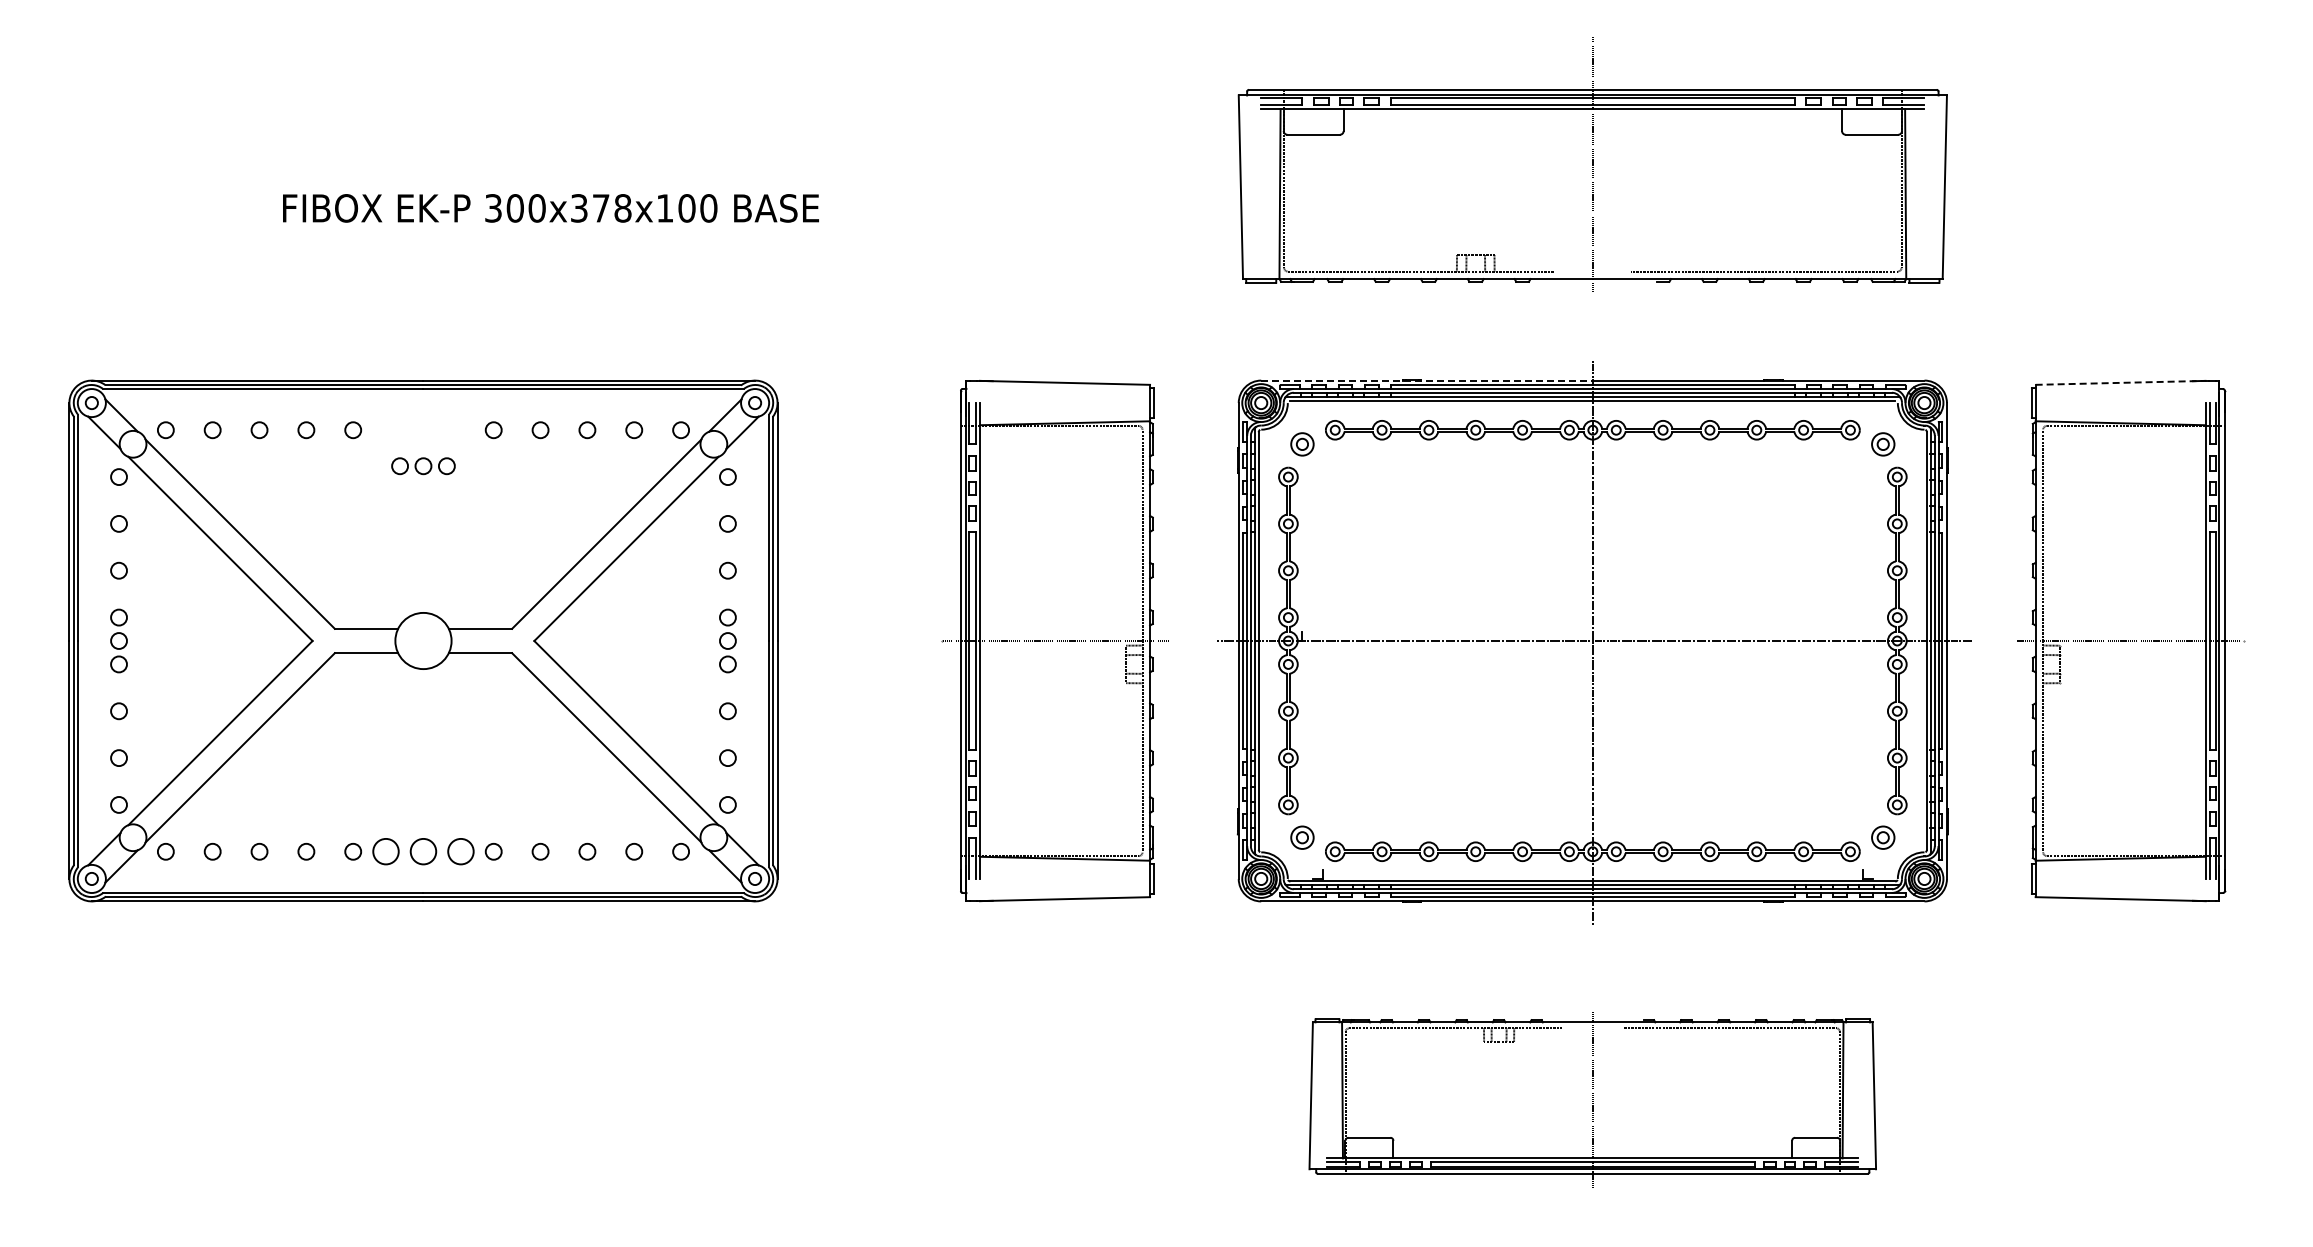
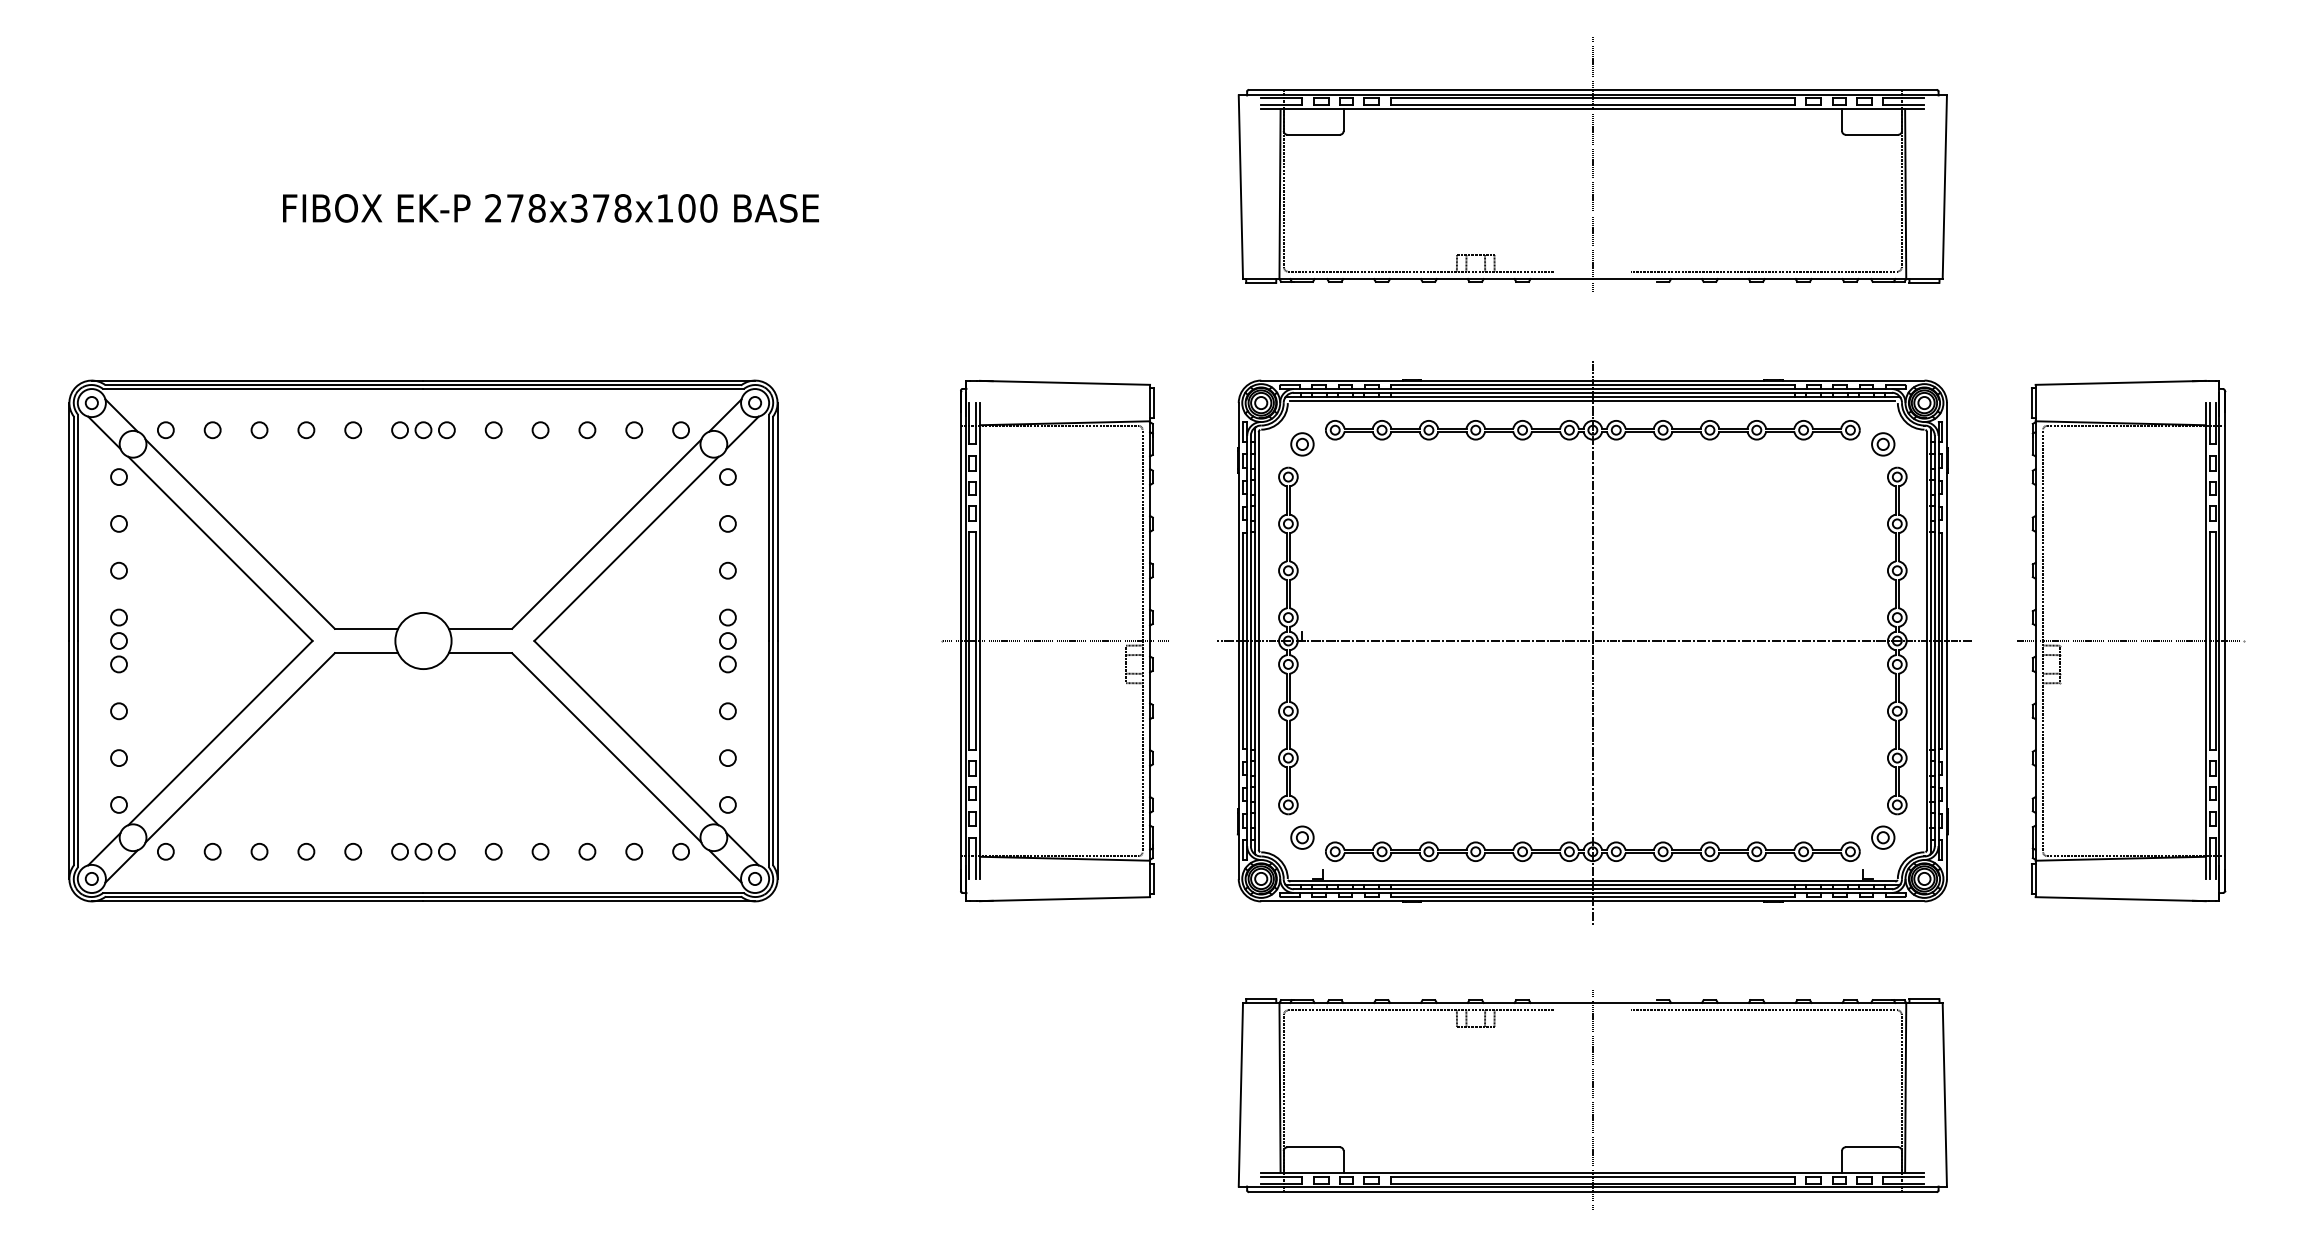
text at (515, 208): 300x378x100 -> 278x378x100
line at (1427, 380): dashed -> solid
line at (2121, 382): dashed -> solid
part at (423, 466) position: (423, 466) -> (423, 430)
part at (423, 851) size: 103x28 px -> 65x18 px
part at (1592, 1099) size: 569x176 px -> 711x220 px
